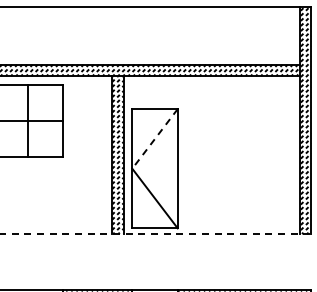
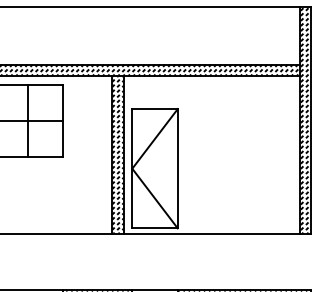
line at (154, 139): dashed -> solid
line at (156, 234): dashed -> solid
